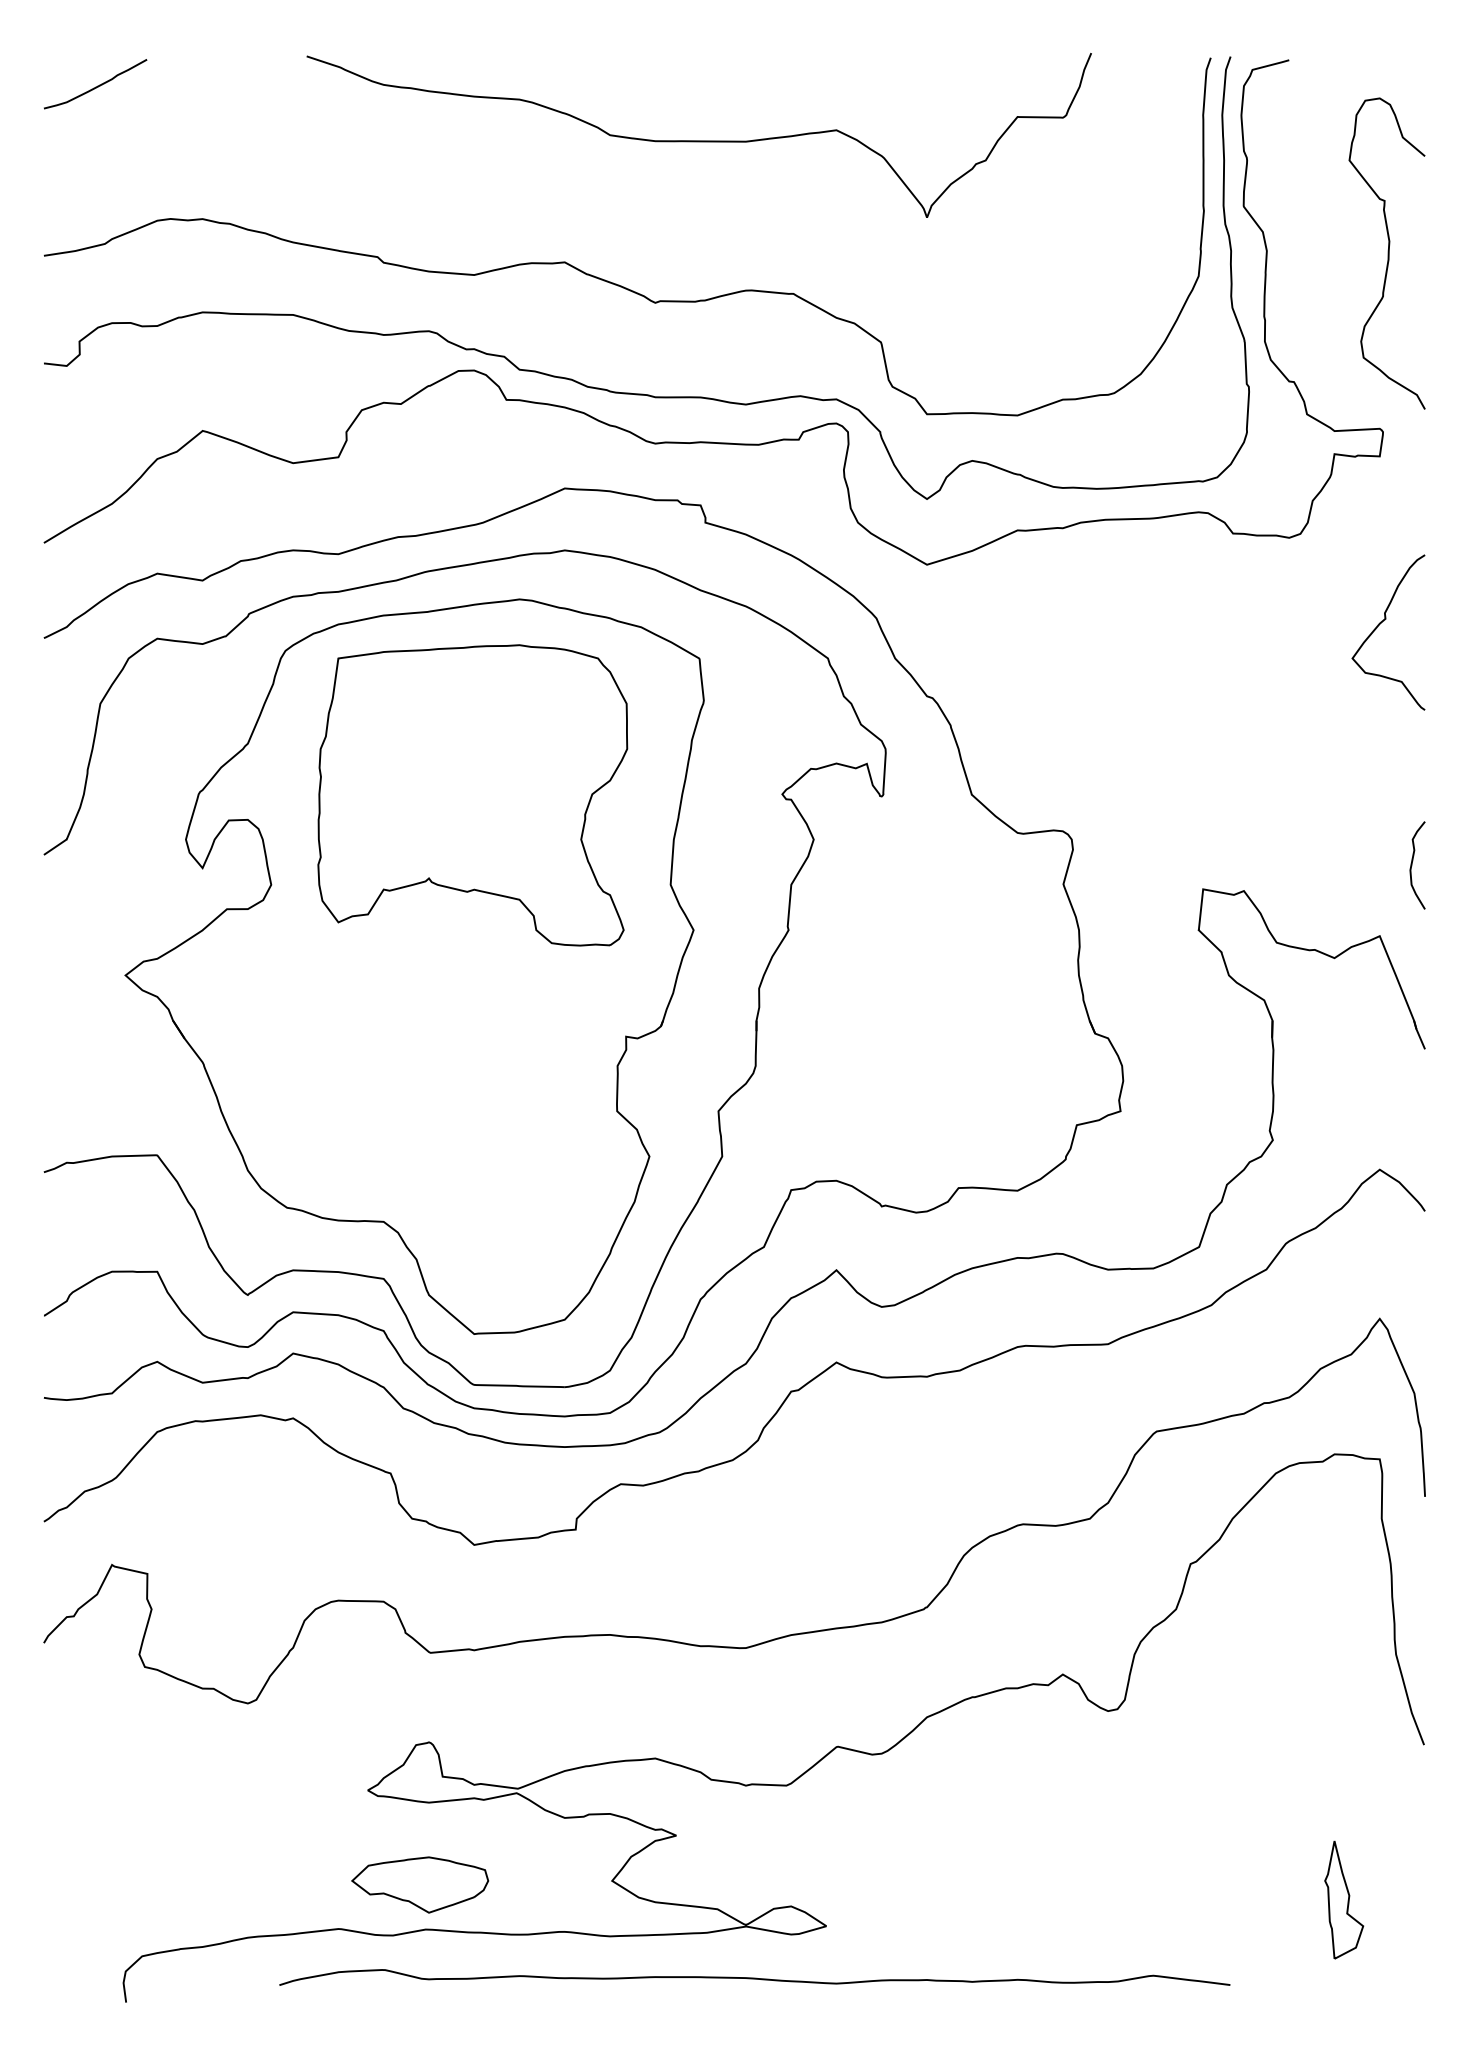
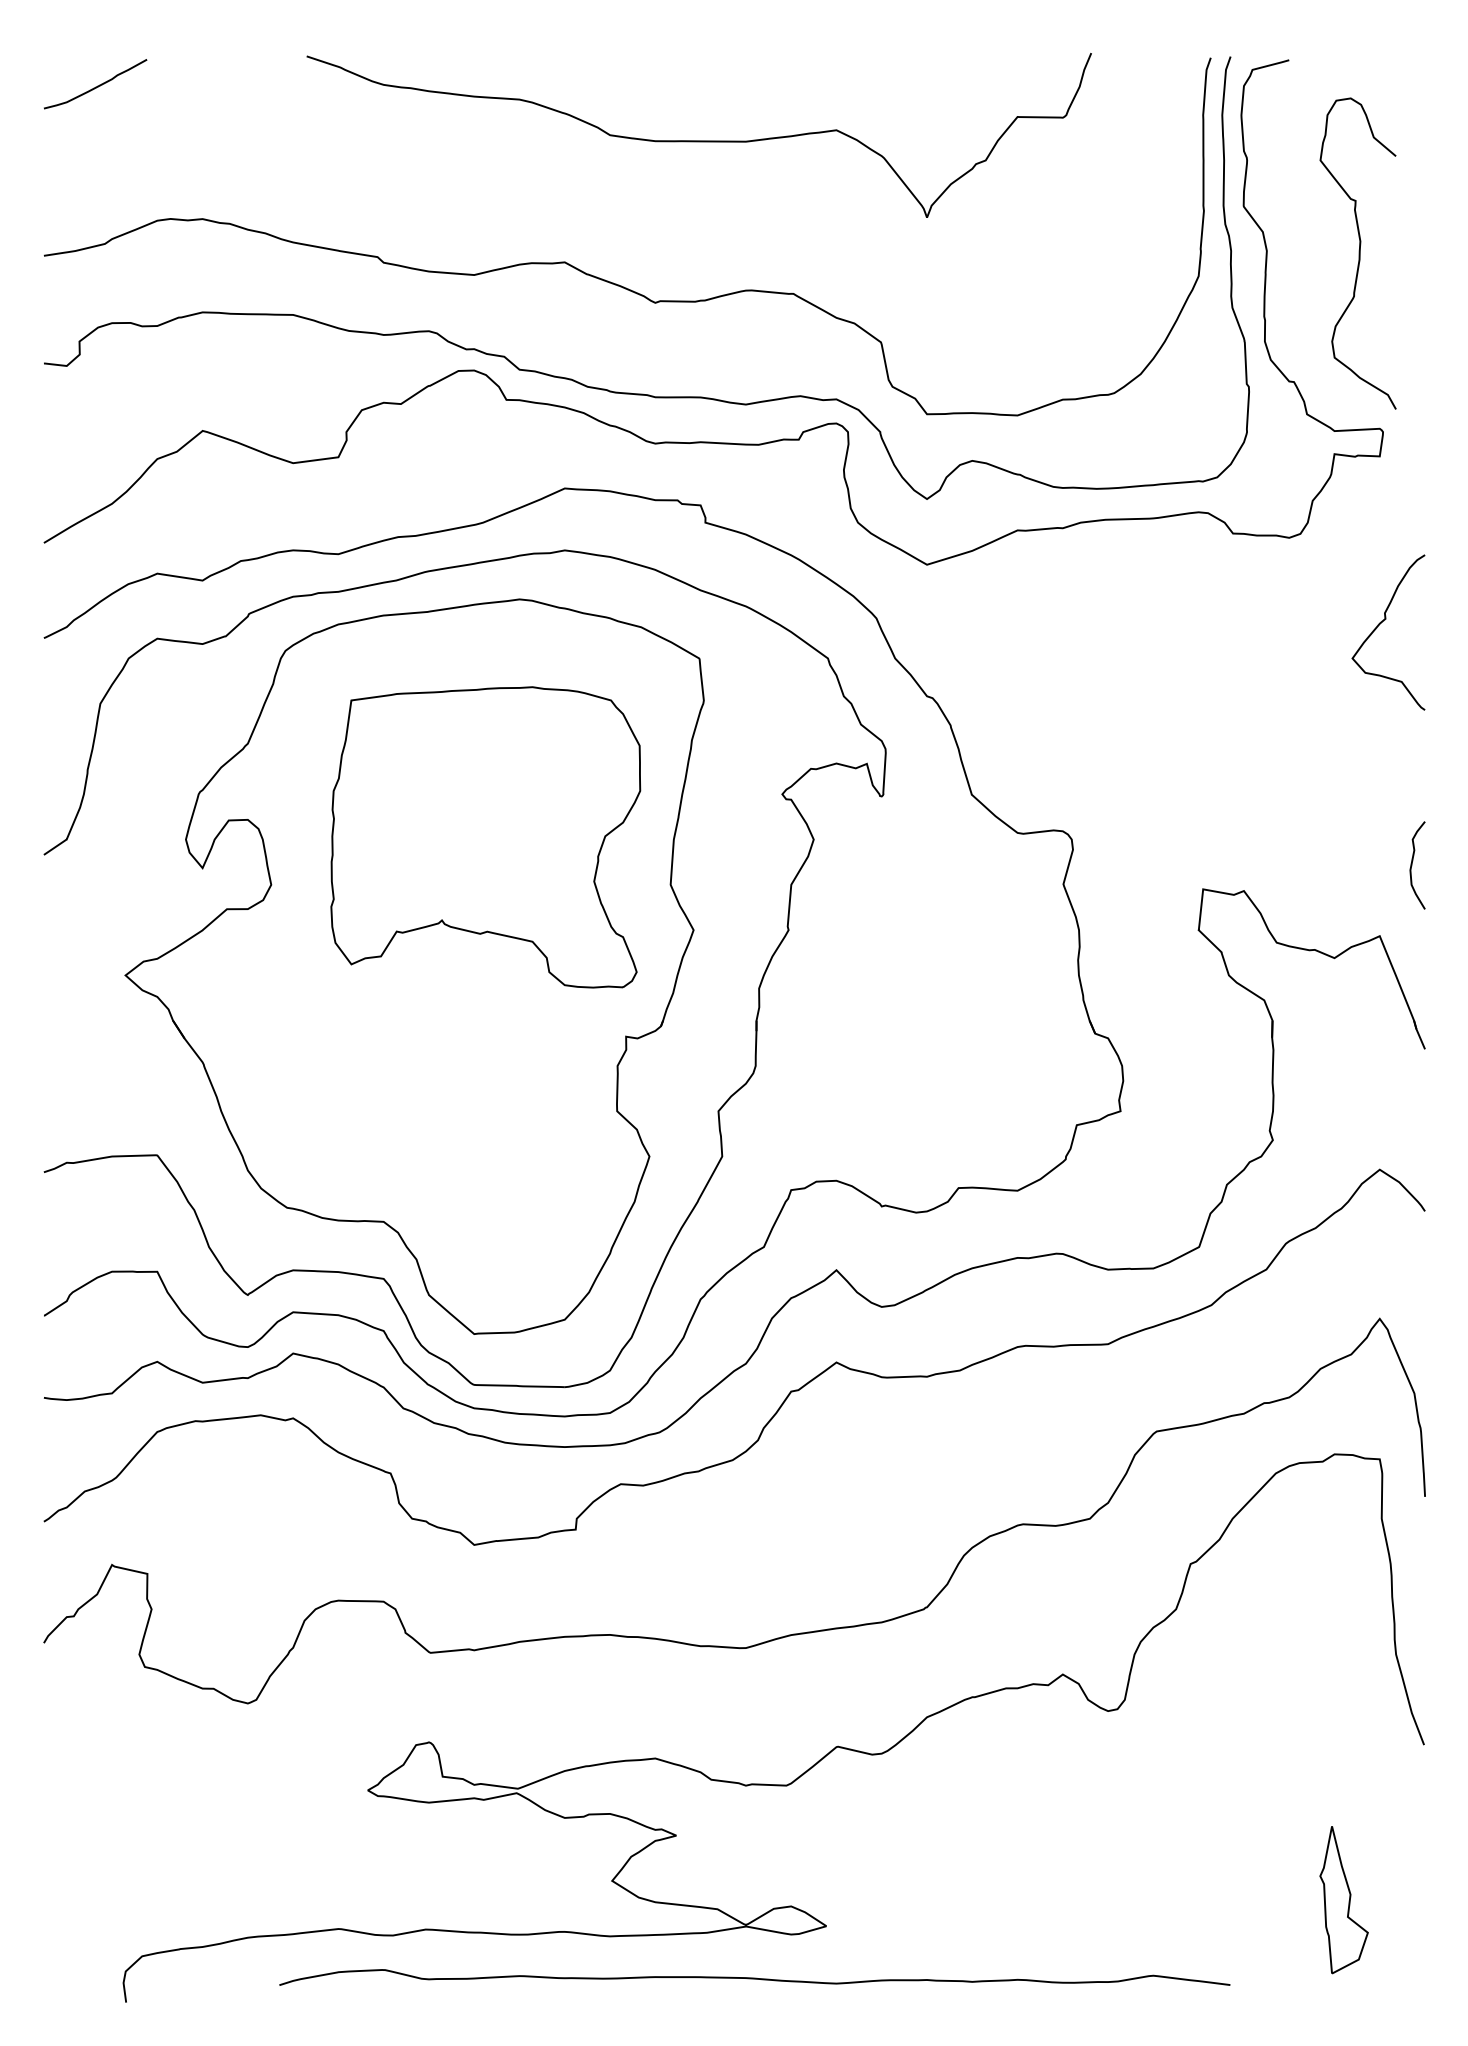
curve at (1387, 253) position: (1387, 253) -> (1358, 253)
part at (472, 795) position: (472, 795) -> (485, 837)
part at (420, 1884): present -> none
part at (1344, 1899) size: 41x120 px -> 50x149 px
